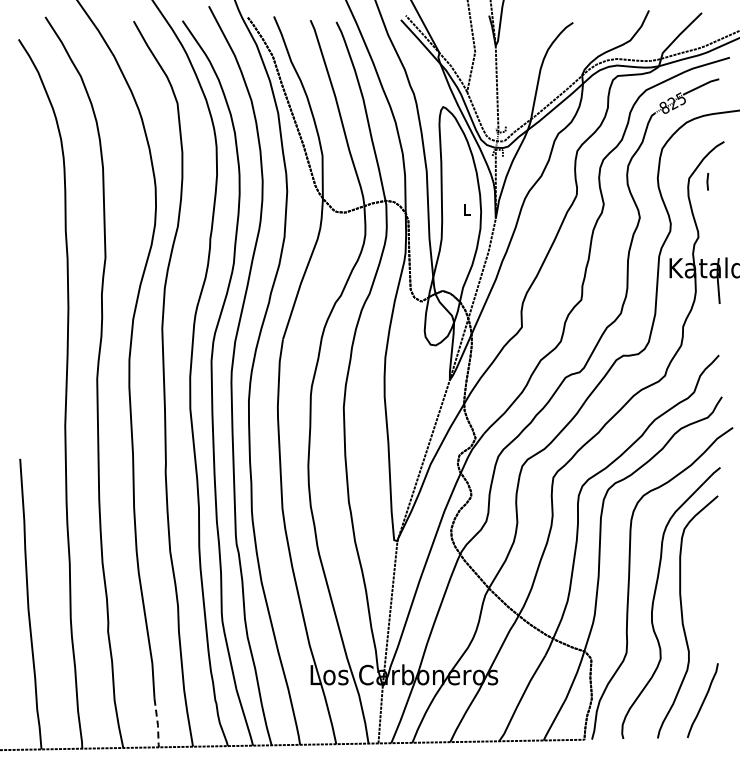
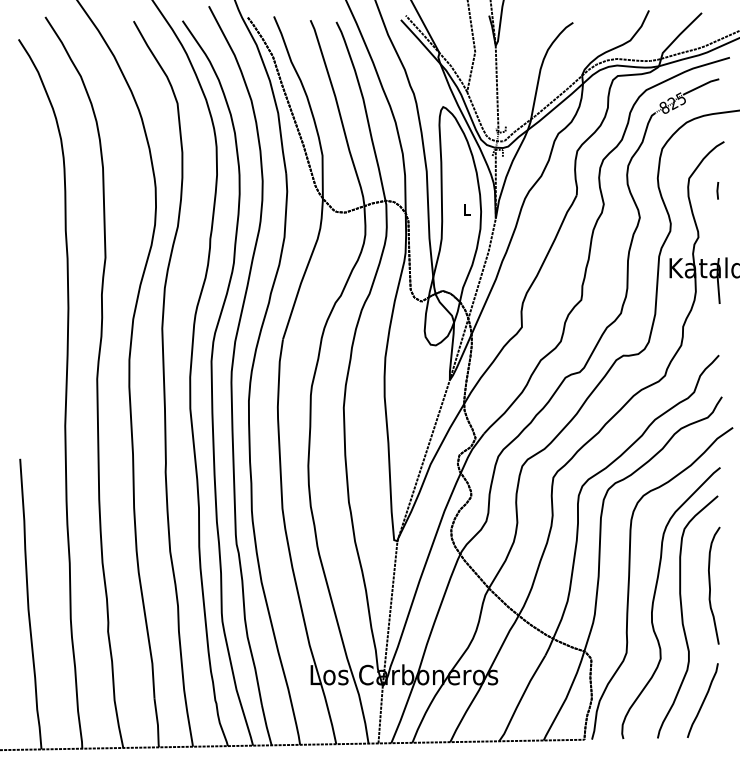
line at (707, 181) position: (707, 181) -> (717, 190)
curve at (710, 585): none -> present
line at (157, 724): dashed -> solid
